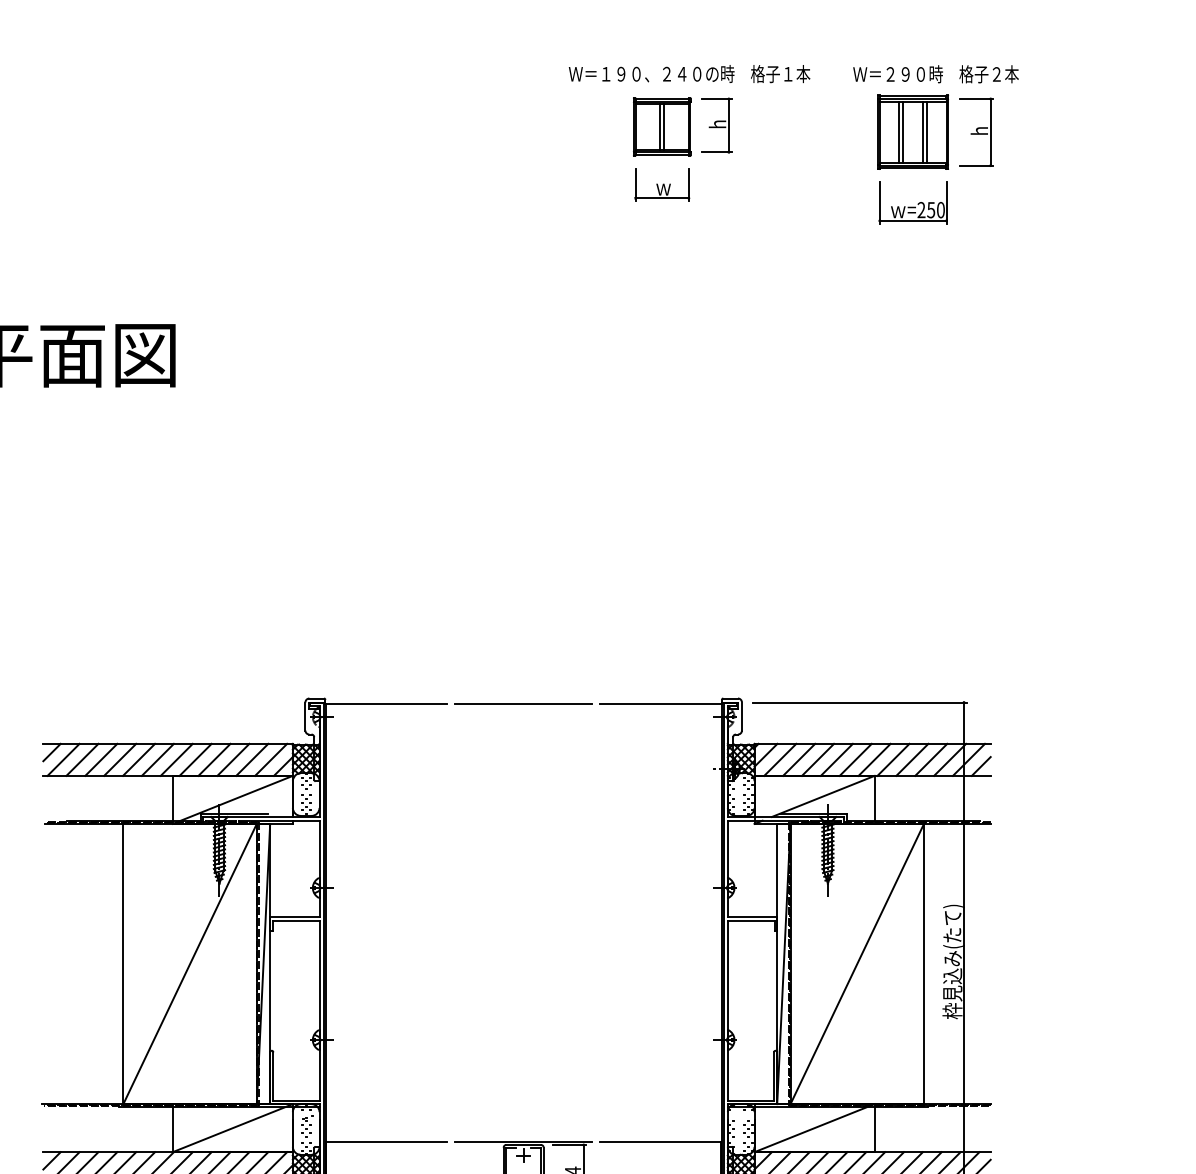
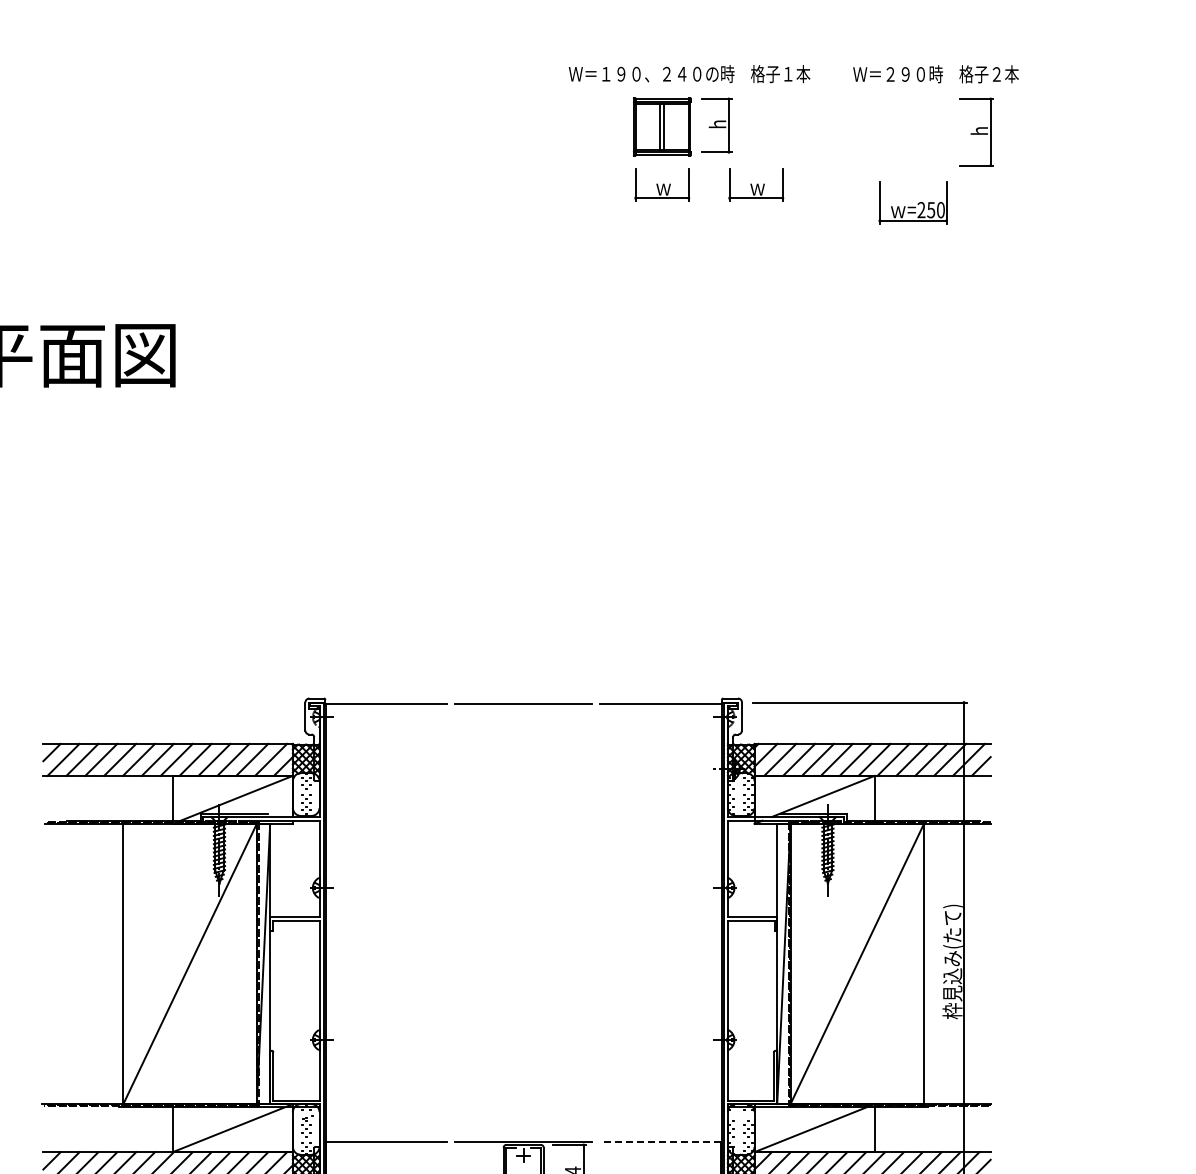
part at (912, 131): present -> none
part at (756, 184): none -> present
line at (660, 1141): solid -> dashed
